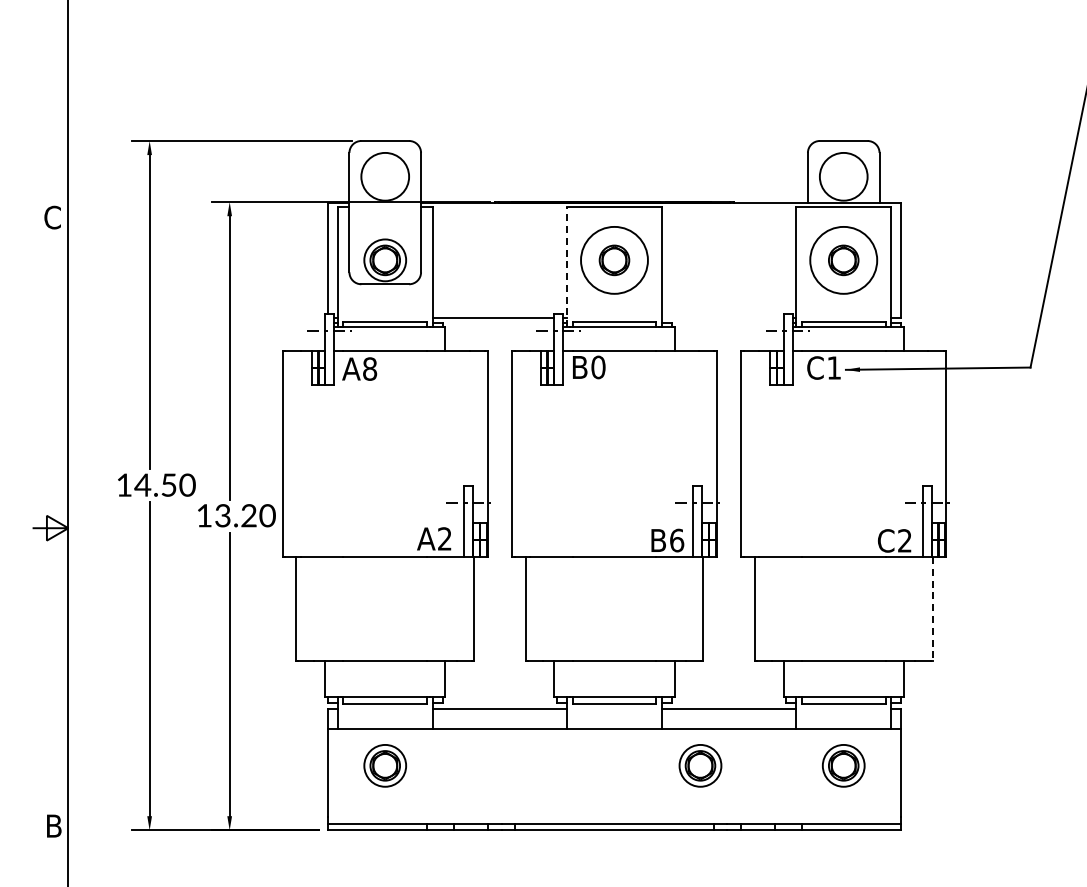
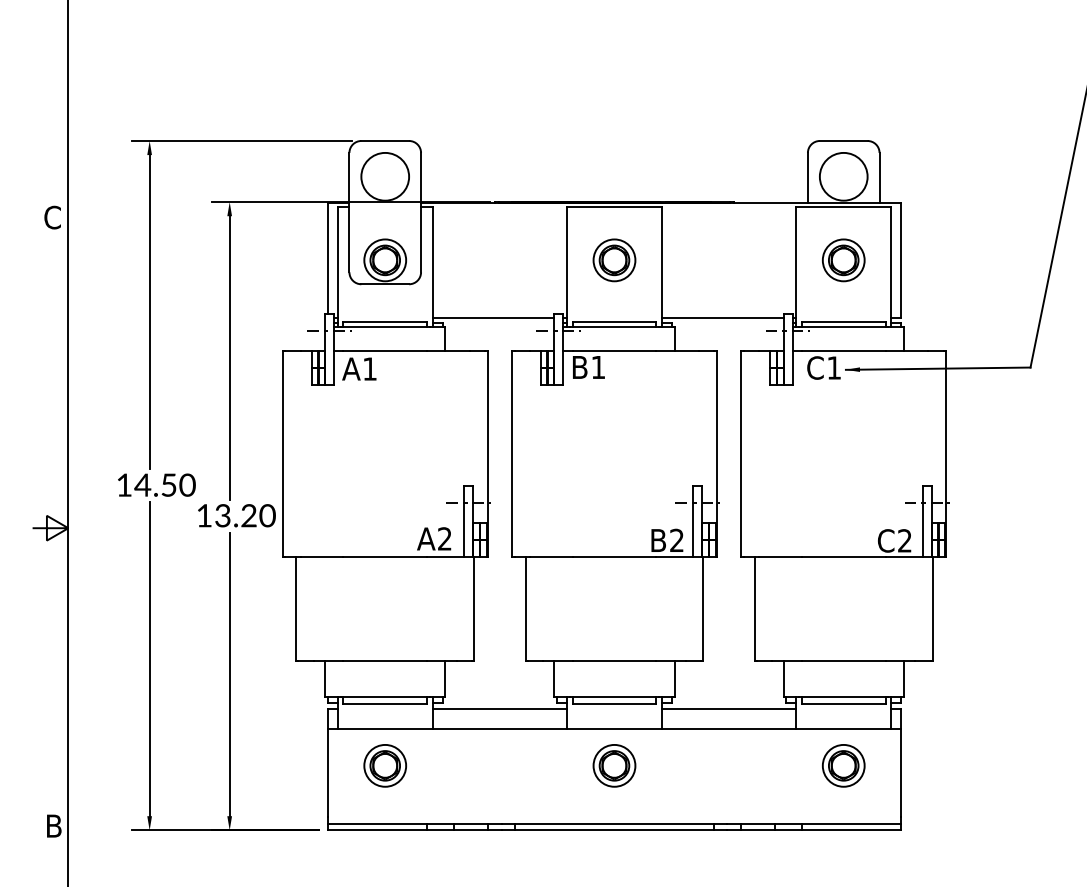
circle at (614, 259) diameter: 67 px -> 42 px
circle at (843, 259) diameter: 67 px -> 42 px
line at (567, 267): dashed -> solid
line at (722, 317): none -> present
text at (598, 367): B0 -> B1
text at (370, 368): A8 -> A1
text at (677, 540): B6 -> B2
line at (932, 608): dashed -> solid
part at (700, 765) position: (700, 765) -> (614, 765)
